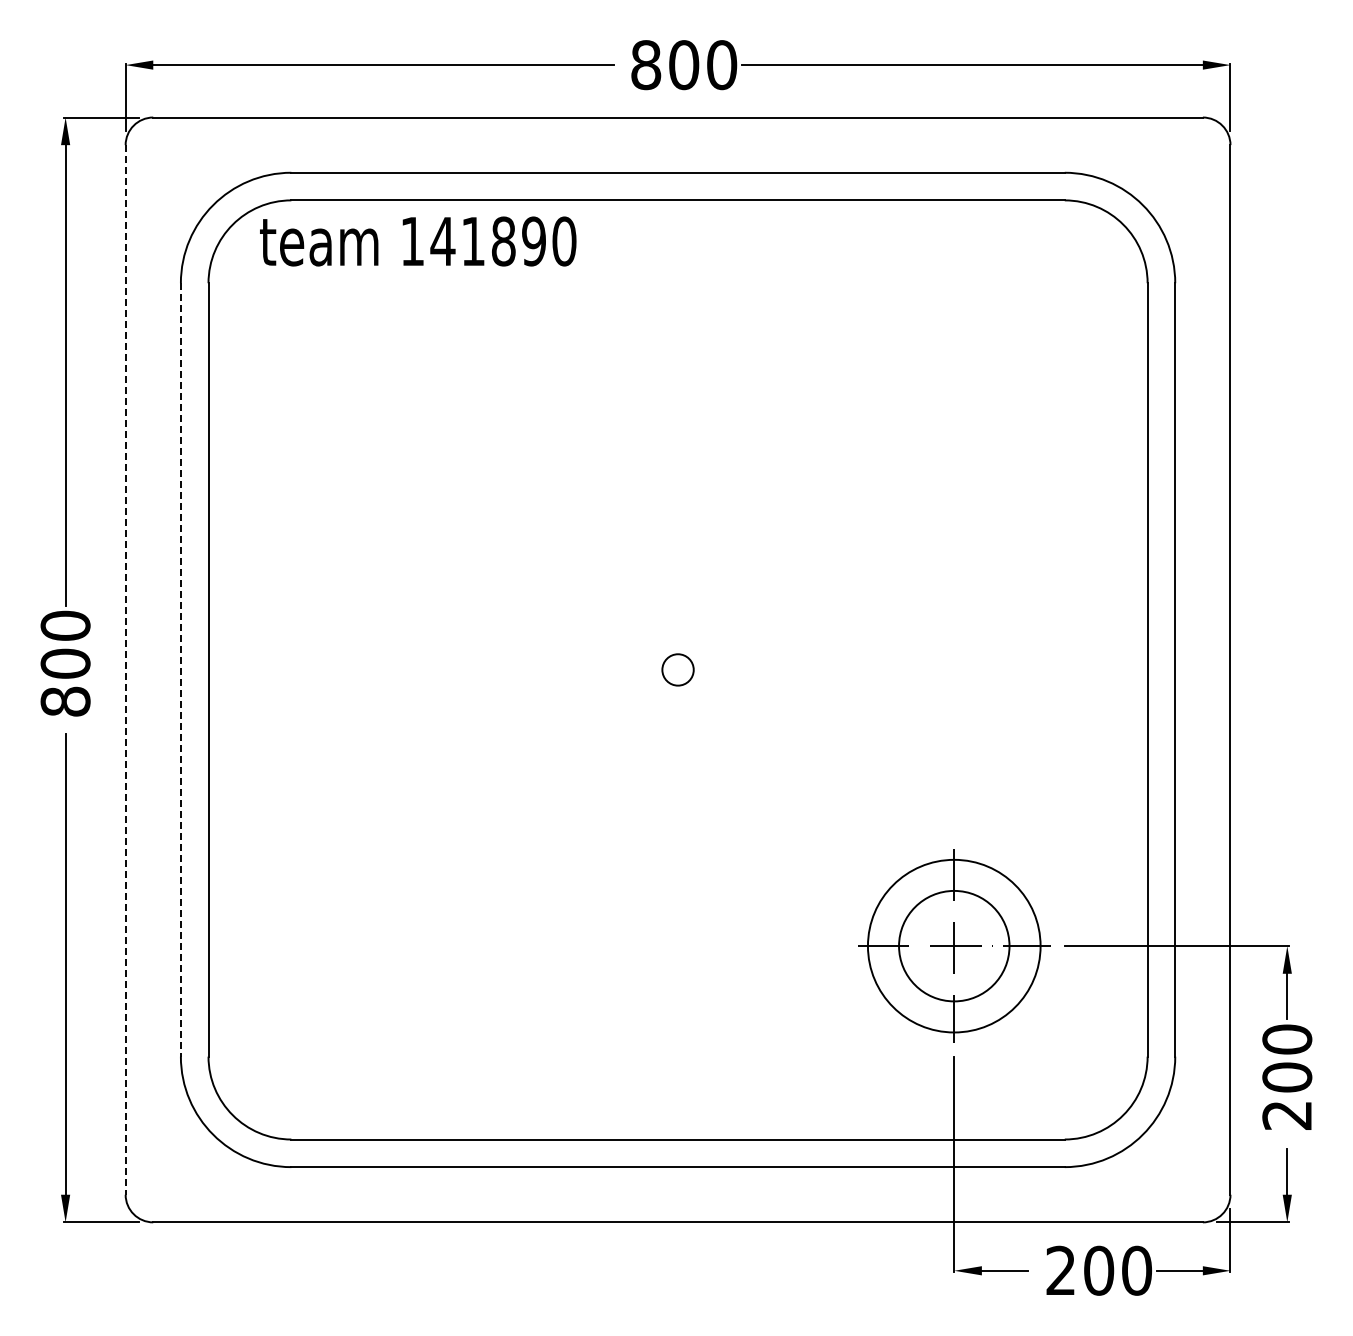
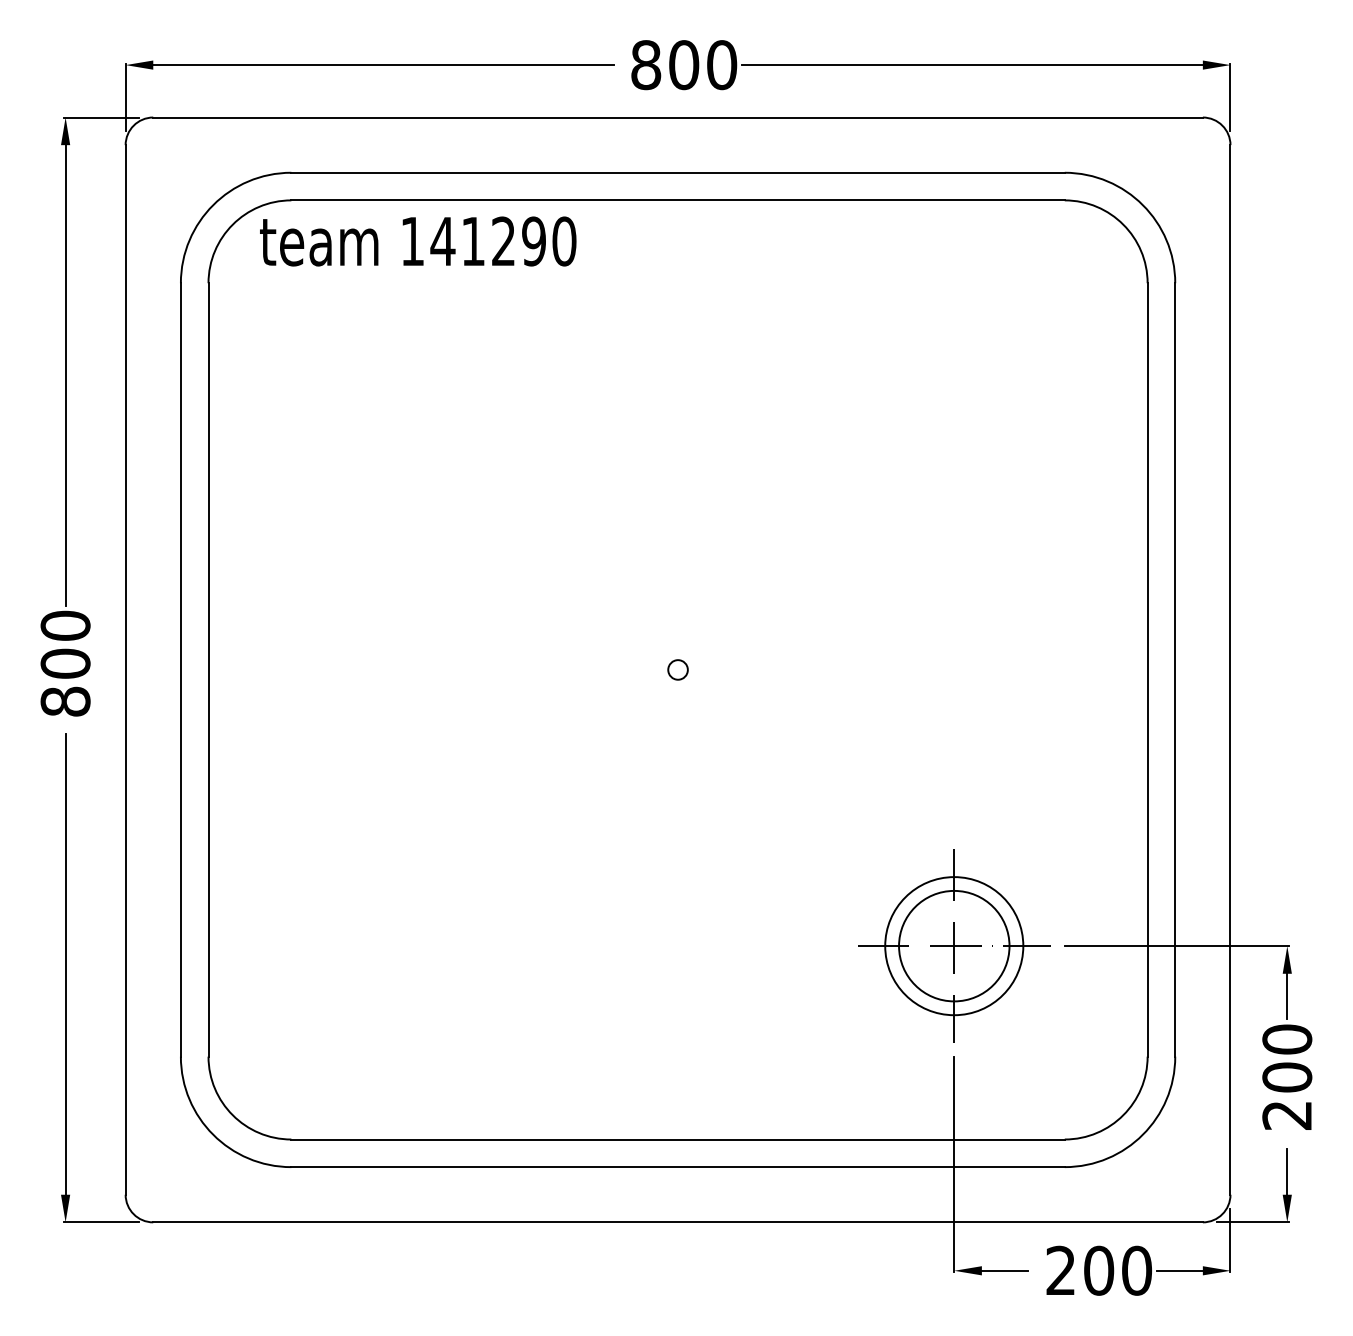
text at (503, 241): 141890 -> 141290
line at (125, 669): dashed -> solid
line at (180, 669): dashed -> solid
circle at (677, 669) diameter: 31 px -> 20 px
circle at (953, 945) diameter: 173 px -> 138 px
